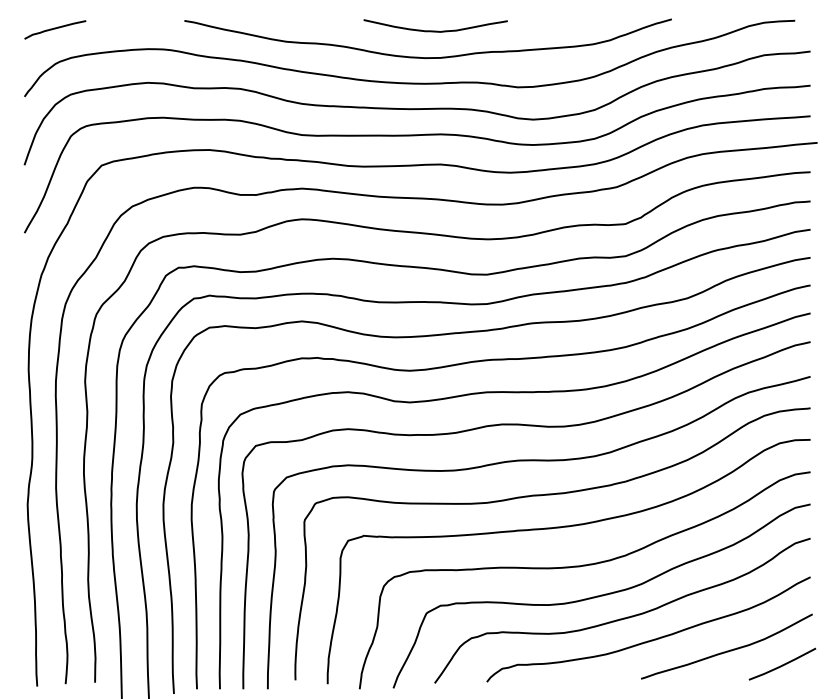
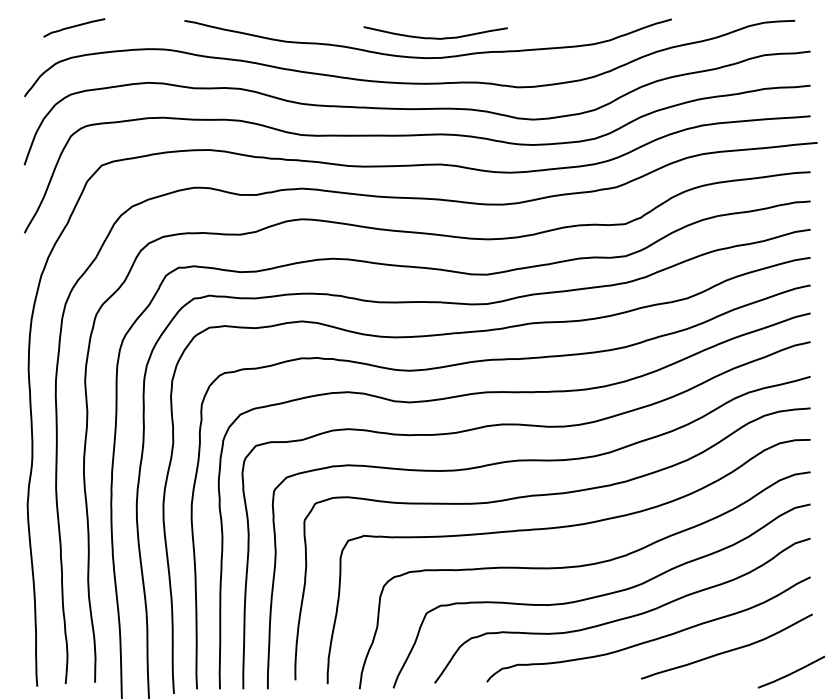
curve at (55, 29) position: (55, 29) -> (74, 27)
curve at (435, 30) position: (435, 30) -> (435, 37)
line at (782, 664) position: (782, 664) -> (791, 672)
